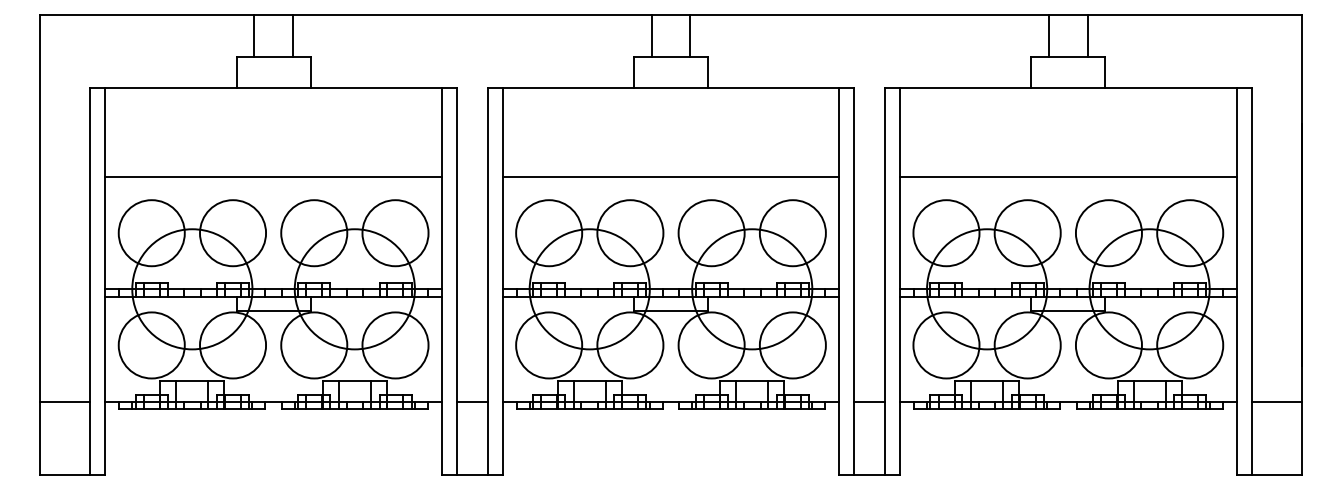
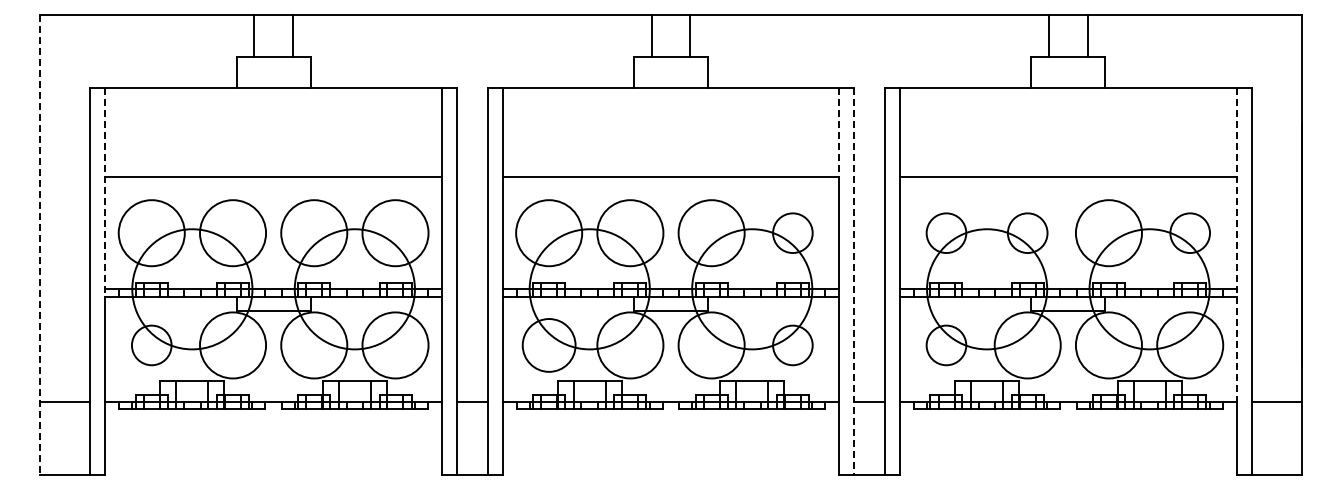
line at (839, 133): solid -> dashed
line at (105, 193): solid -> dashed
circle at (792, 233) diameter: 66 px -> 40 px
circle at (946, 233) diameter: 66 px -> 40 px
circle at (1027, 233) diameter: 66 px -> 40 px
circle at (1190, 233) diameter: 66 px -> 40 px
line at (1236, 244): solid -> dashed
line at (40, 245): solid -> dashed
line at (854, 281): solid -> dashed
circle at (151, 345) diameter: 66 px -> 40 px
circle at (549, 345) diameter: 66 px -> 53 px
circle at (792, 345) diameter: 66 px -> 40 px
circle at (946, 345) diameter: 66 px -> 40 px
